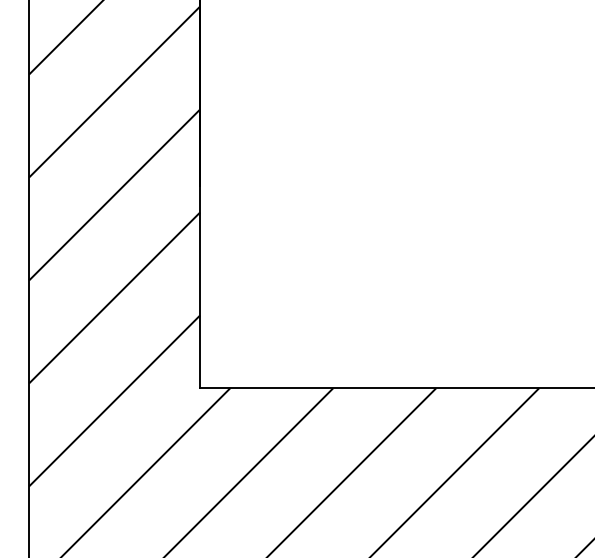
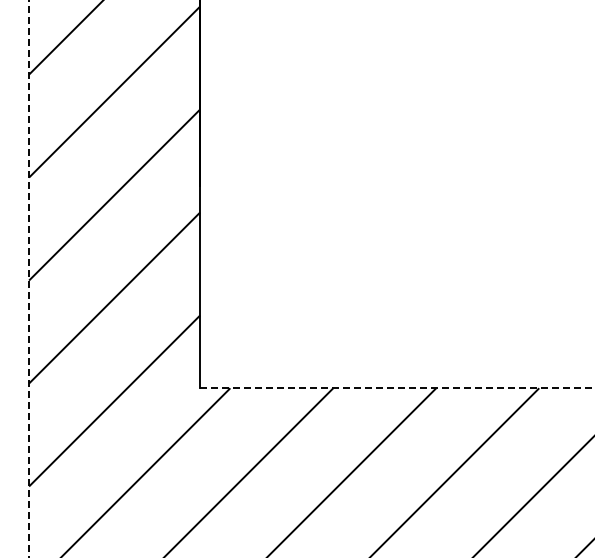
line at (29, 279): solid -> dashed
line at (398, 388): solid -> dashed
